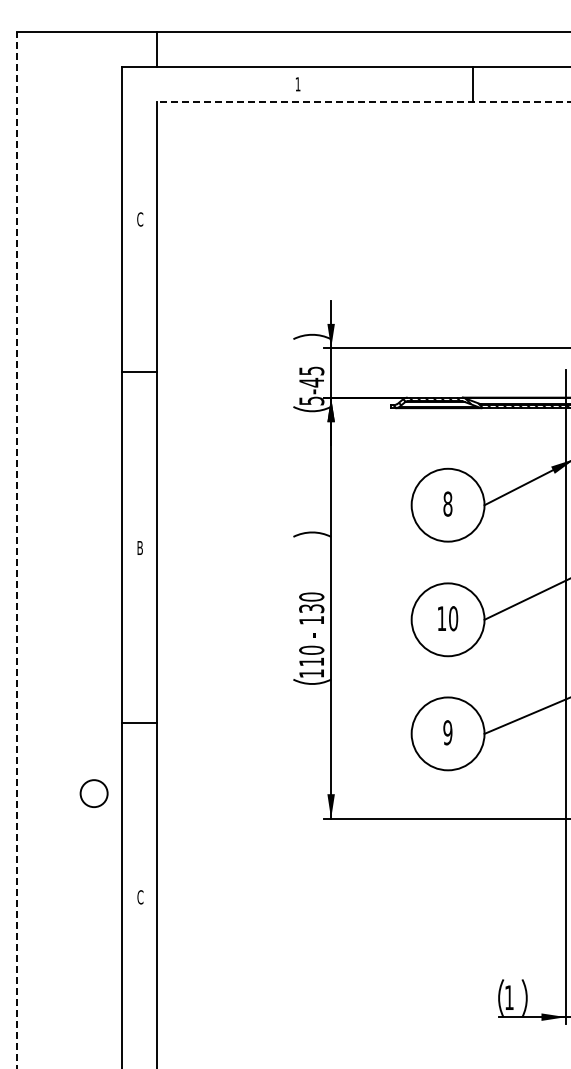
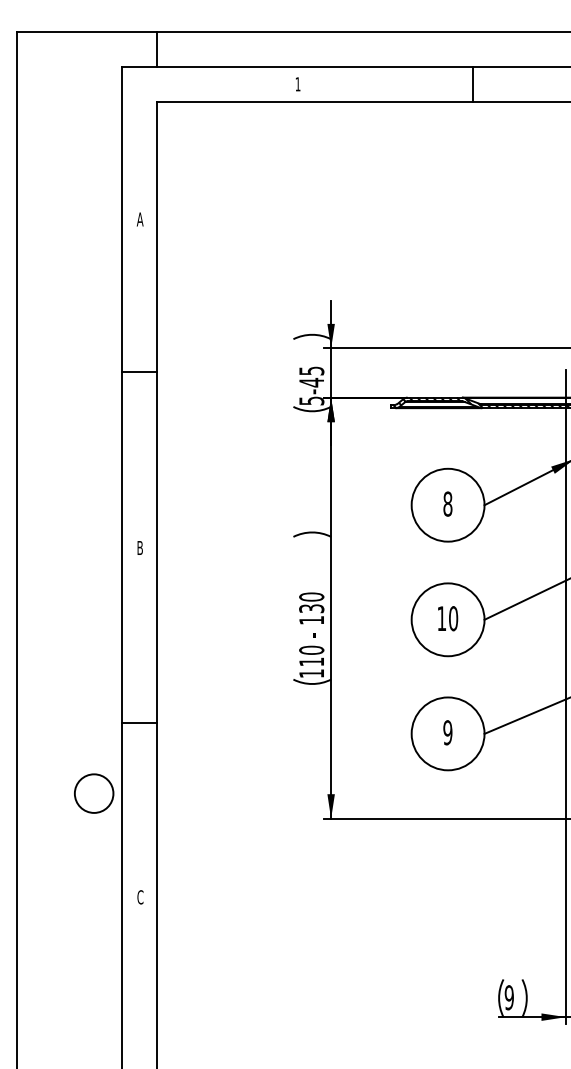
line at (363, 102): dashed -> solid
text at (139, 219): C -> A
line at (16, 549): dashed -> solid
circle at (93, 793) diameter: 27 px -> 39 px
text at (508, 997): 1 -> 9
